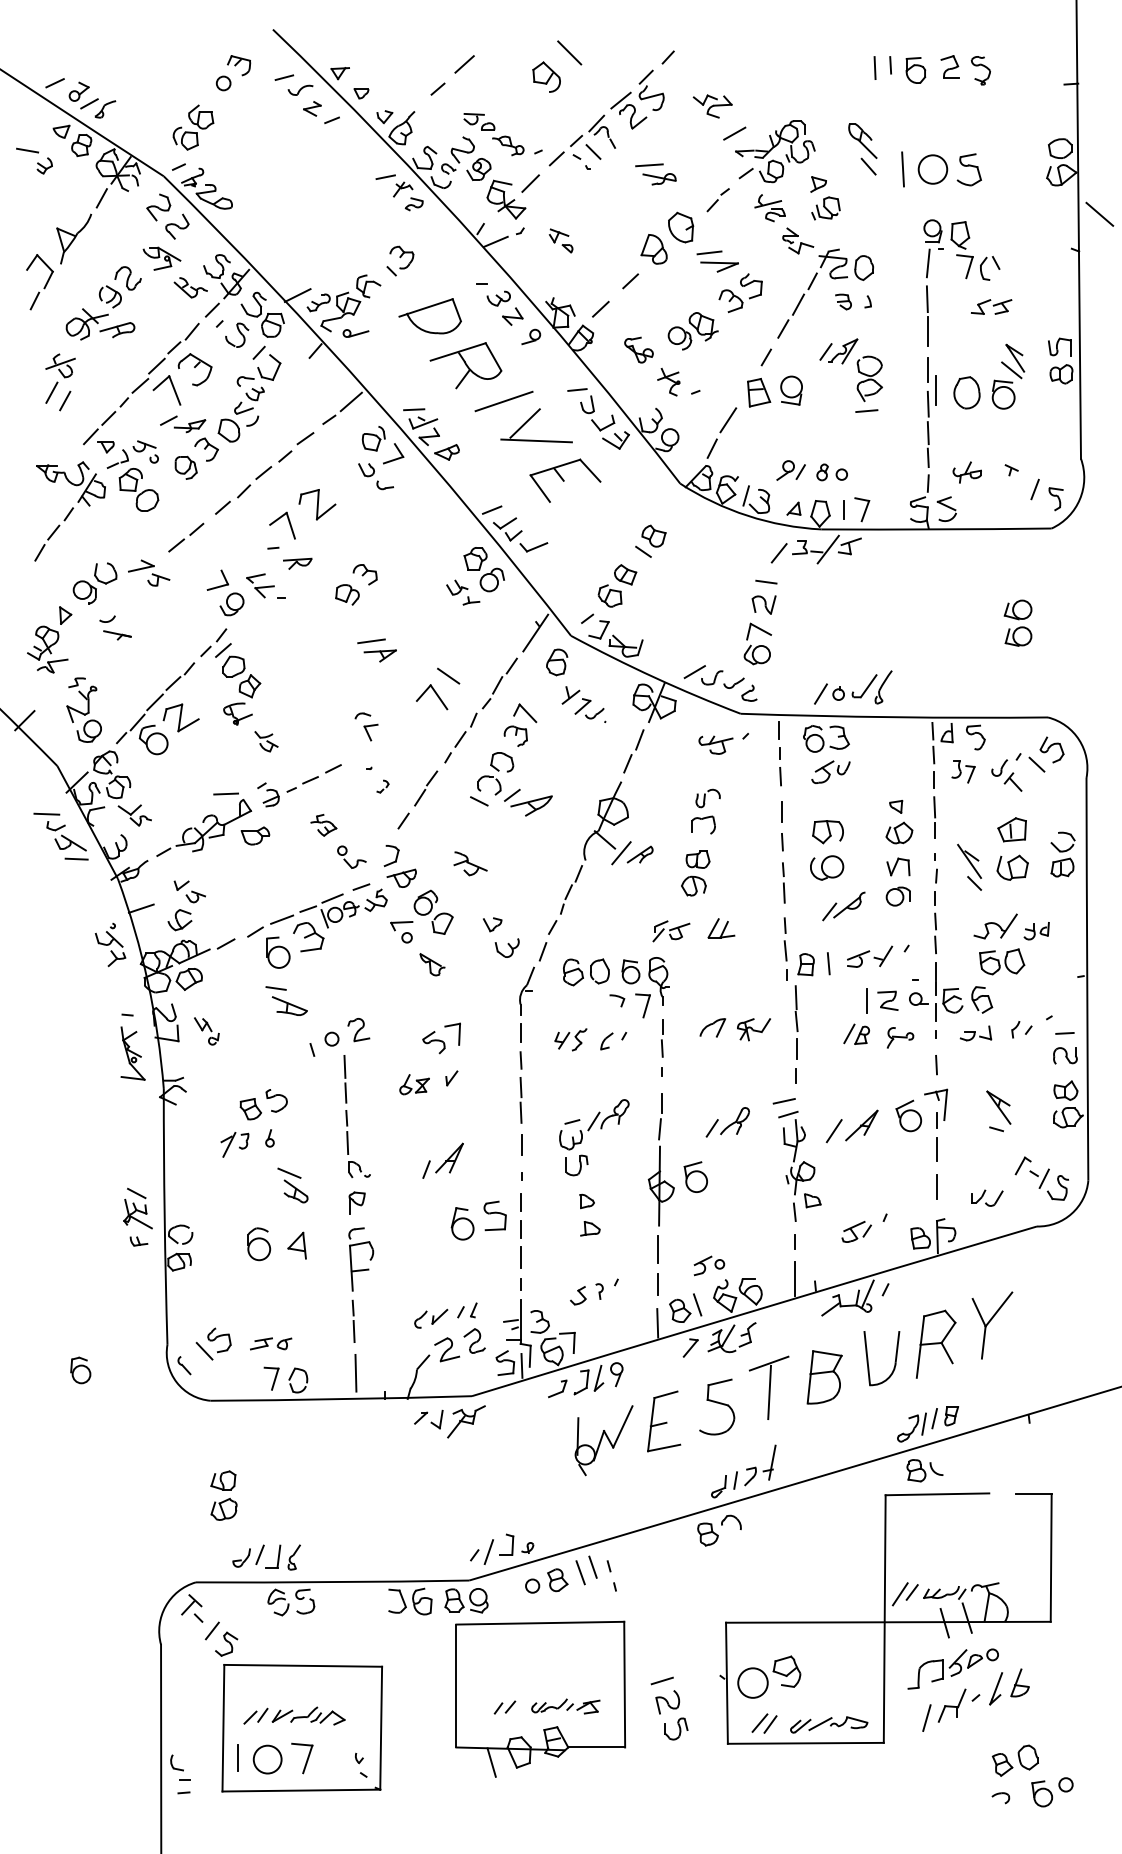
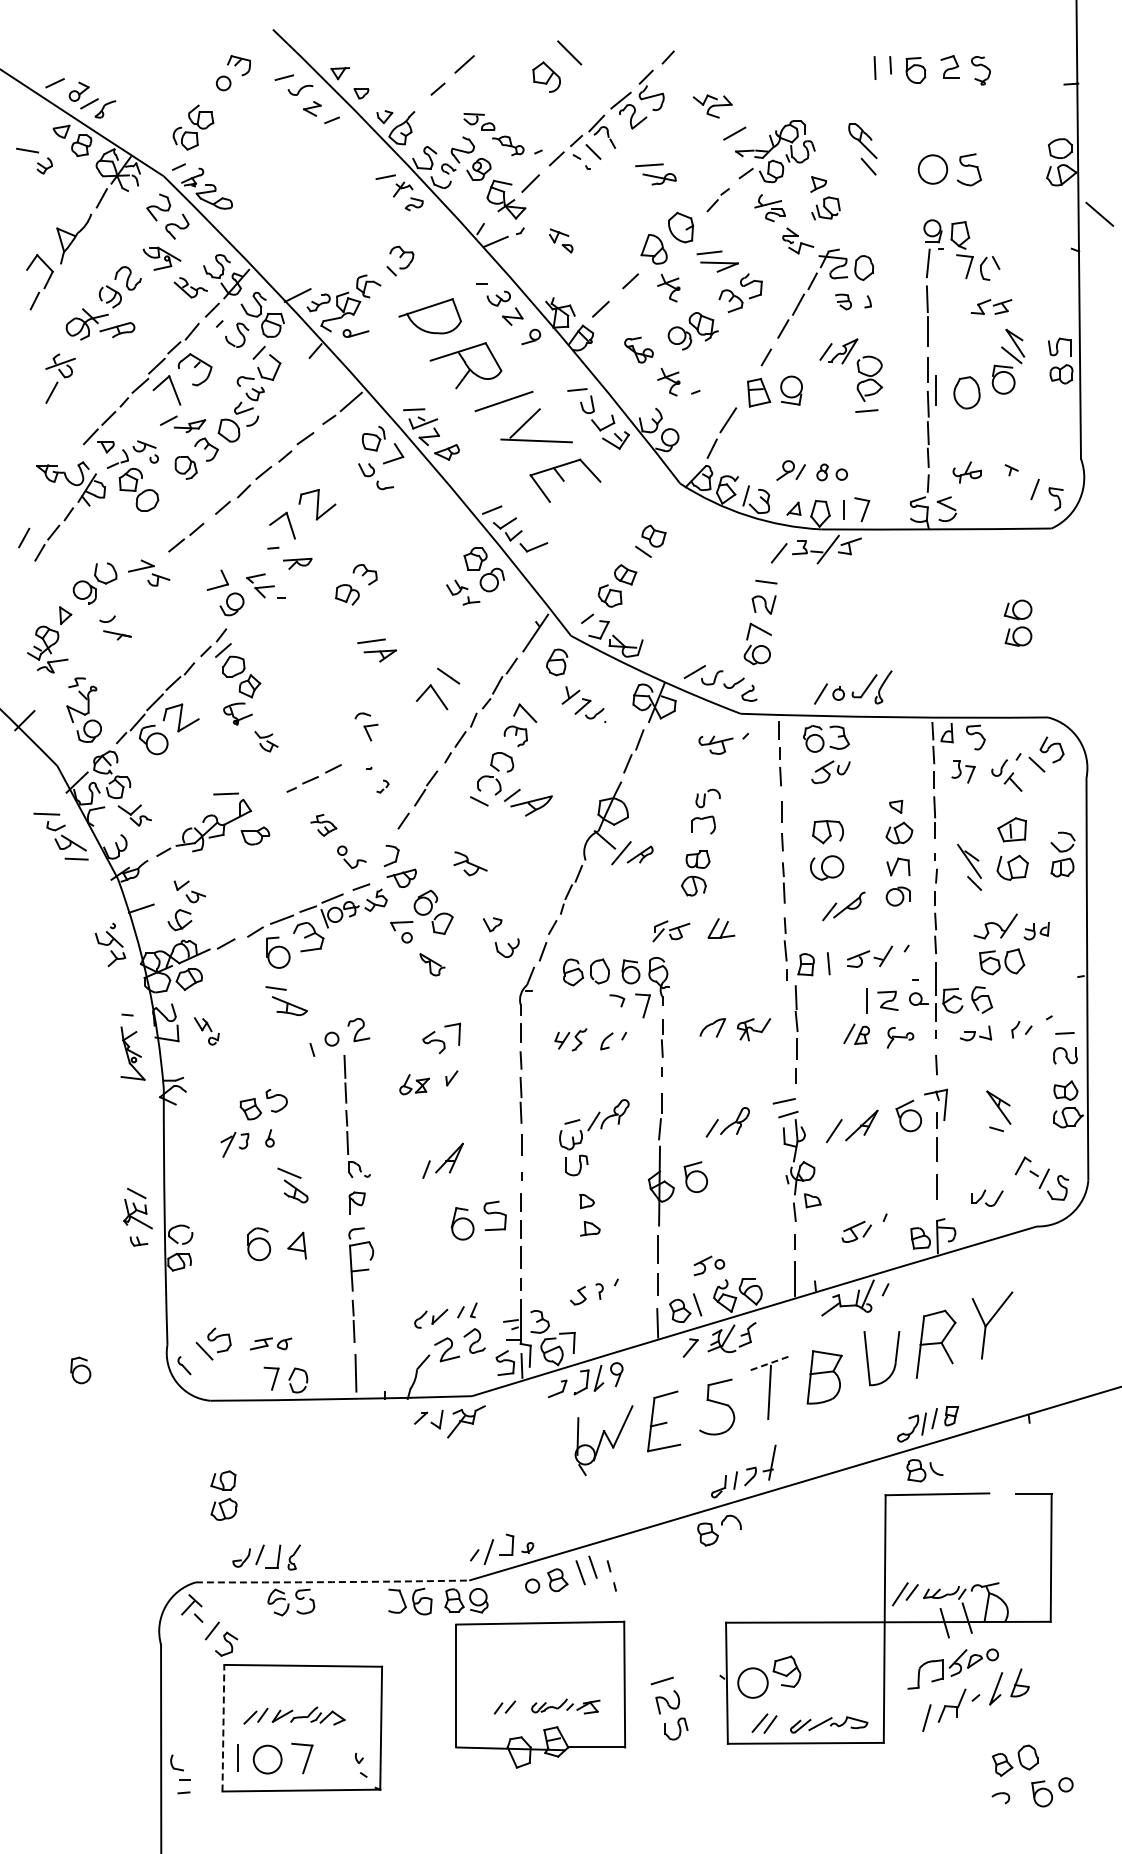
line at (902, 169): present -> none
part at (668, 288): none -> present
part at (1008, 376) position: (1008, 376) -> (1008, 361)
line at (65, 400) position: (65, 400) -> (24, 537)
part at (268, 794): present -> none
line at (768, 1363): solid -> dashed
arc at (332, 1582): solid -> dashed
line at (223, 1727): solid -> dashed
line at (491, 1762): present -> none
